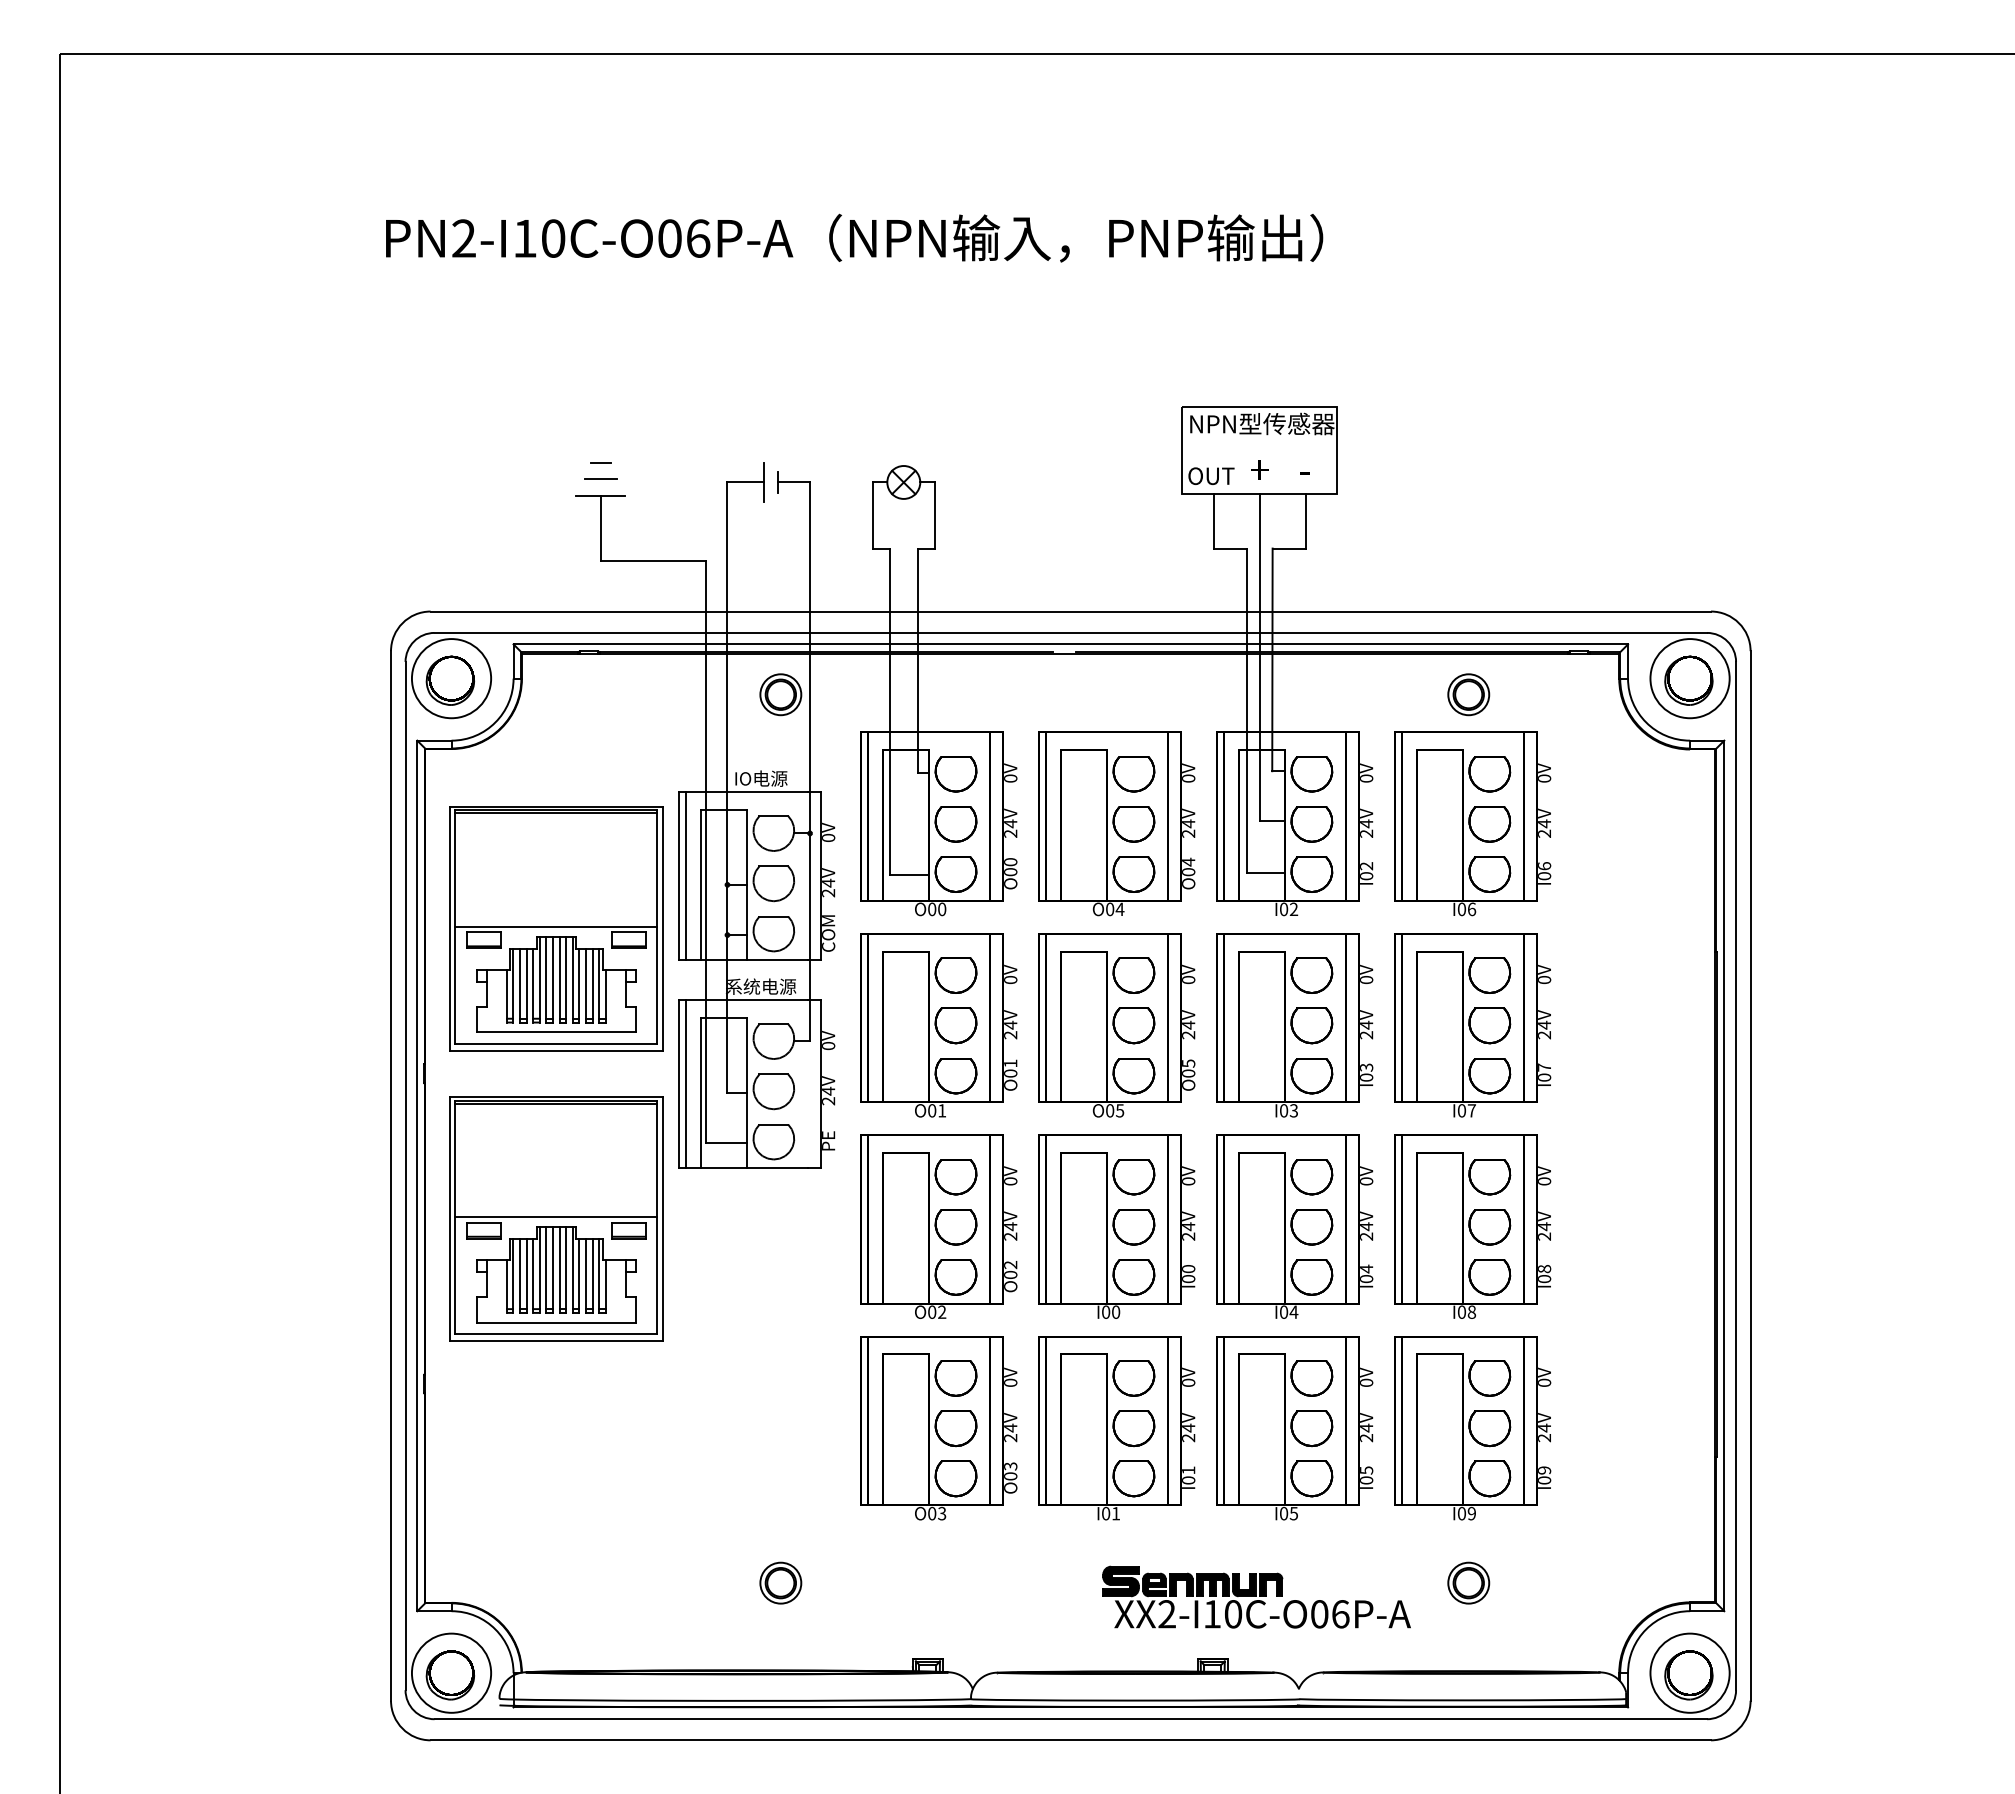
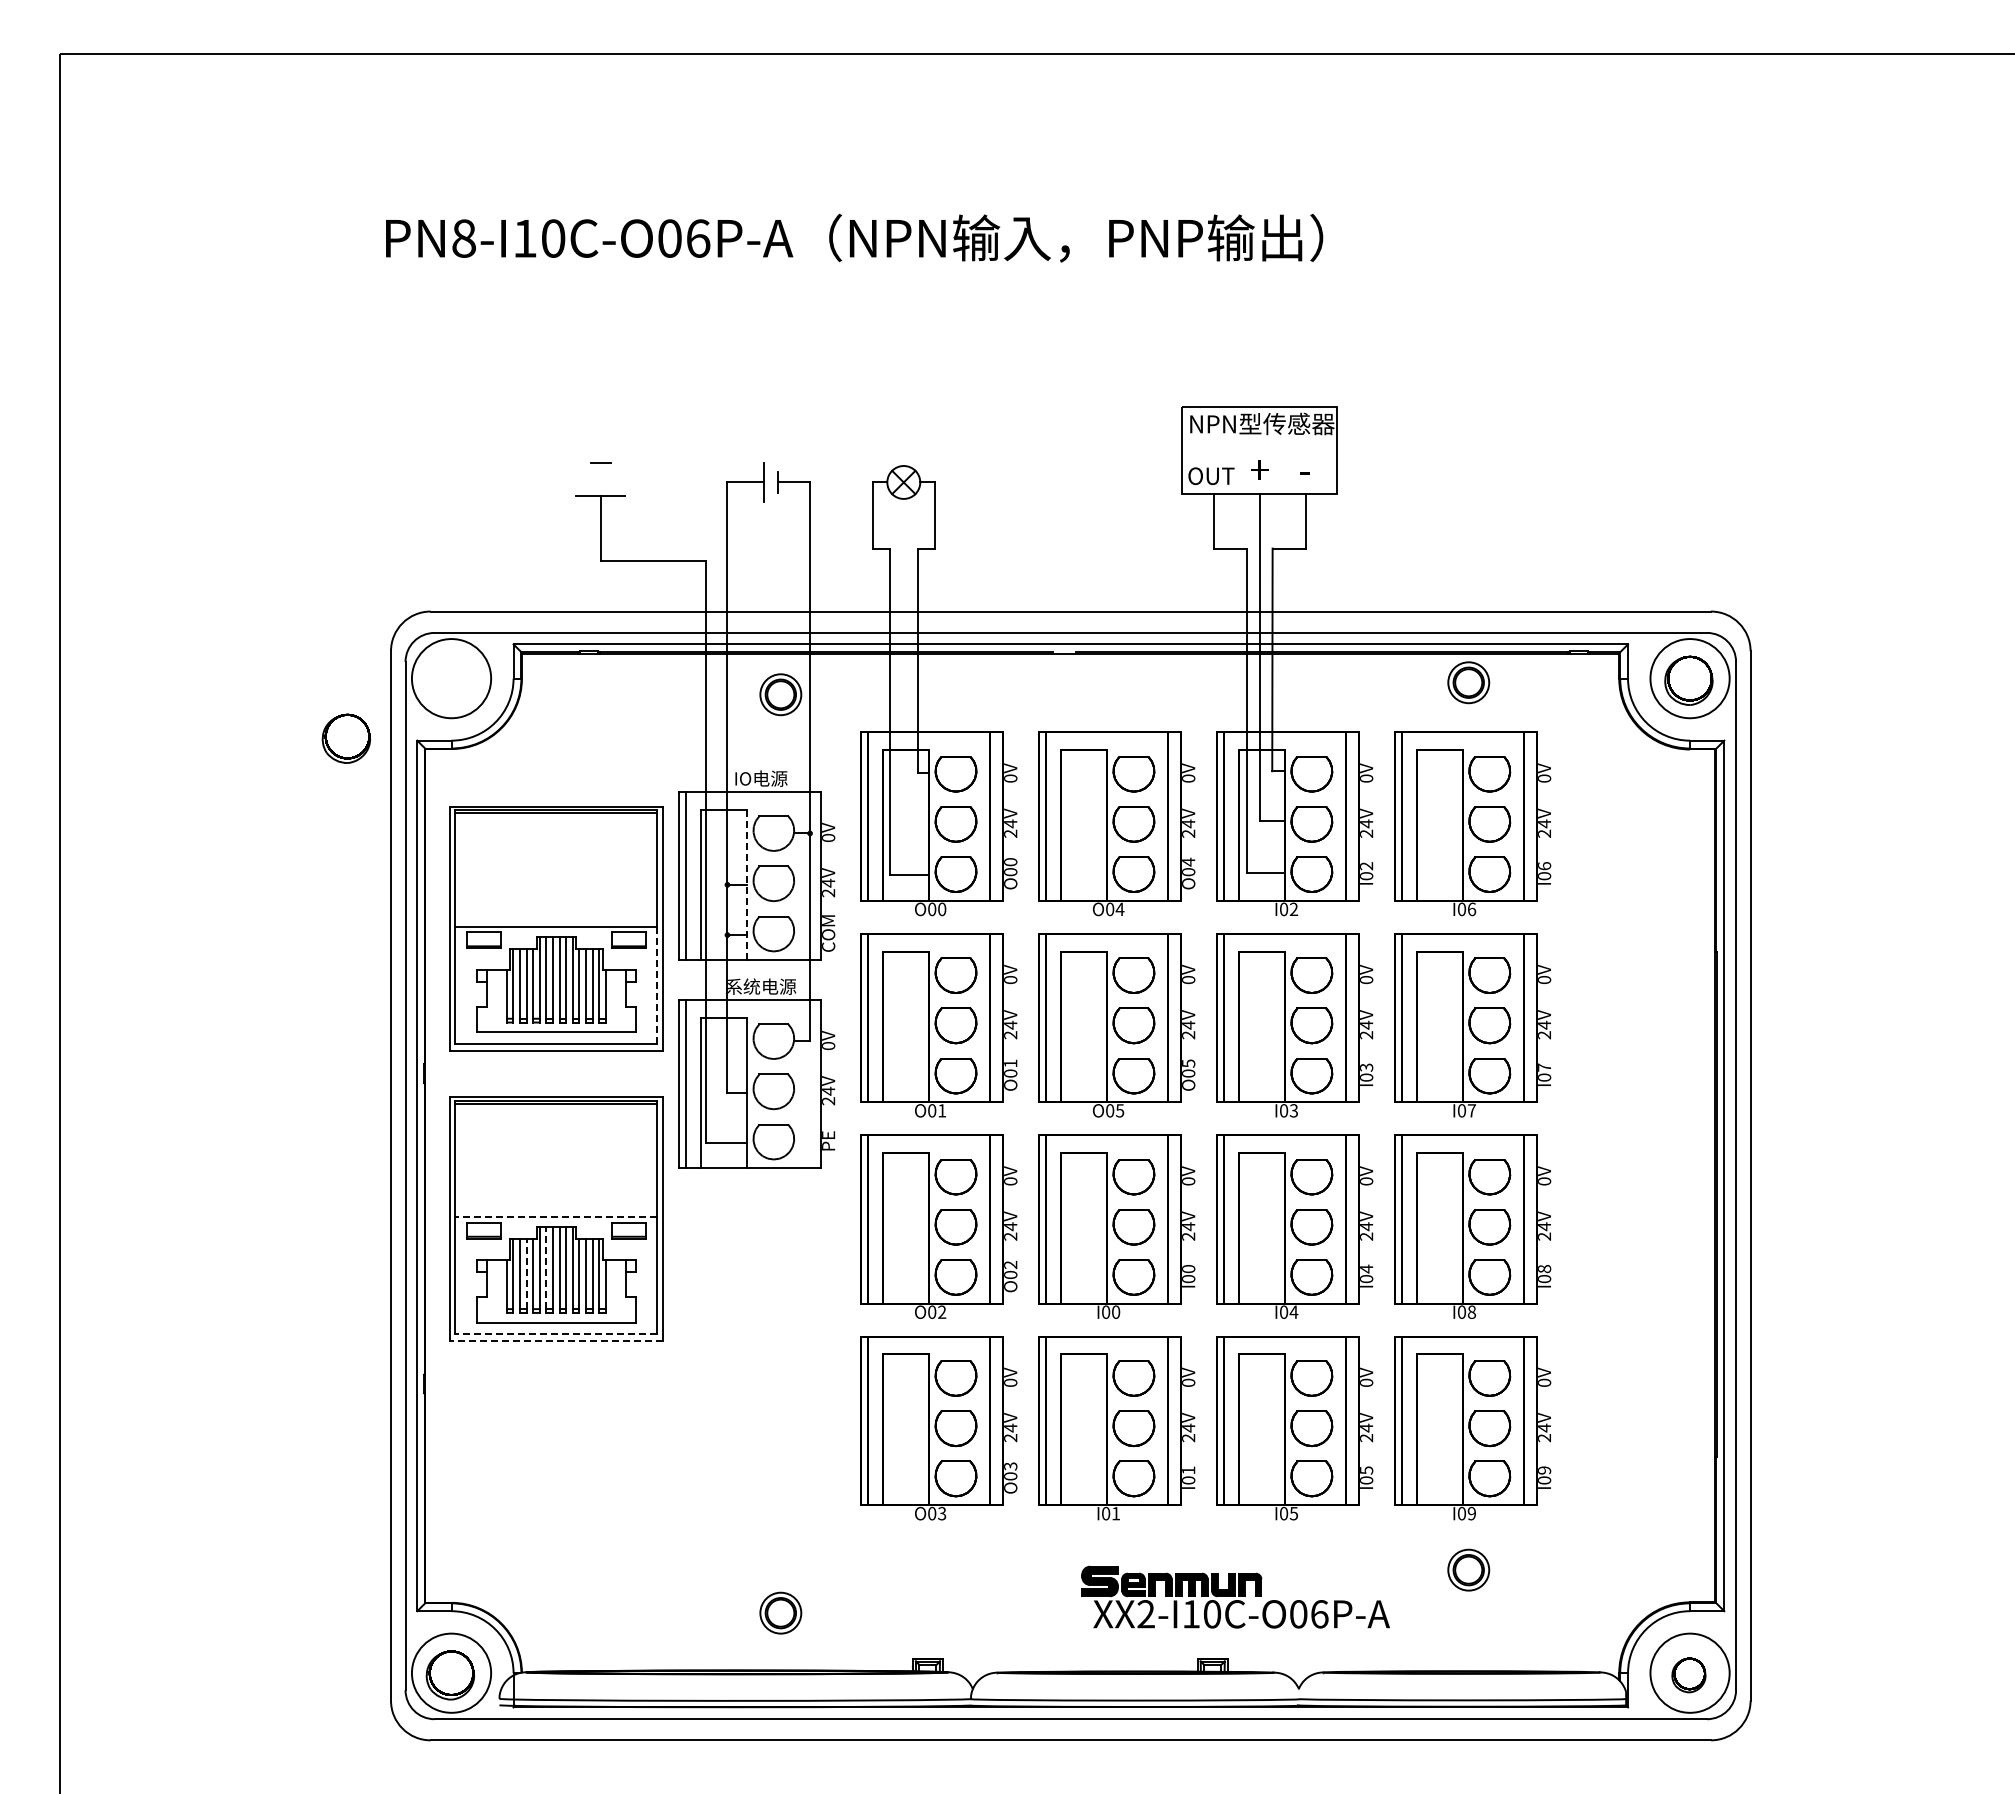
text at (463, 238): PN2-I10C-O06P-A -> PN8-I10C-O06P-A
line at (600, 479): present -> none
part at (450, 680) position: (450, 680) -> (346, 738)
part at (1468, 694) position: (1468, 694) -> (1468, 682)
line at (746, 884): solid -> dashed
line at (657, 985): solid -> dashed
line at (556, 1217): solid -> dashed
line at (546, 1268): solid -> dashed
line at (526, 1274): solid -> dashed
line at (556, 1334): solid -> dashed
line at (555, 1341): solid -> dashed
part at (780, 1582) position: (780, 1582) -> (780, 1612)
part at (1468, 1582) position: (1468, 1582) -> (1468, 1569)
part at (1256, 1596) position: (1256, 1596) -> (1235, 1596)
part at (1688, 1675) size: 50x51 px -> 36x37 px
